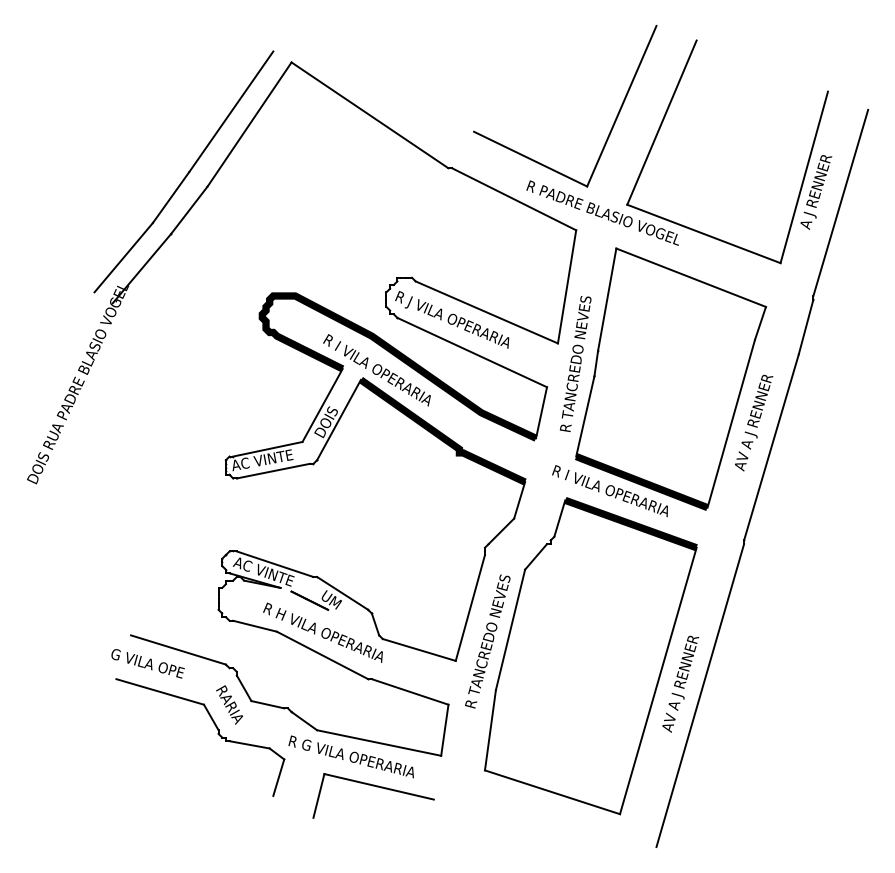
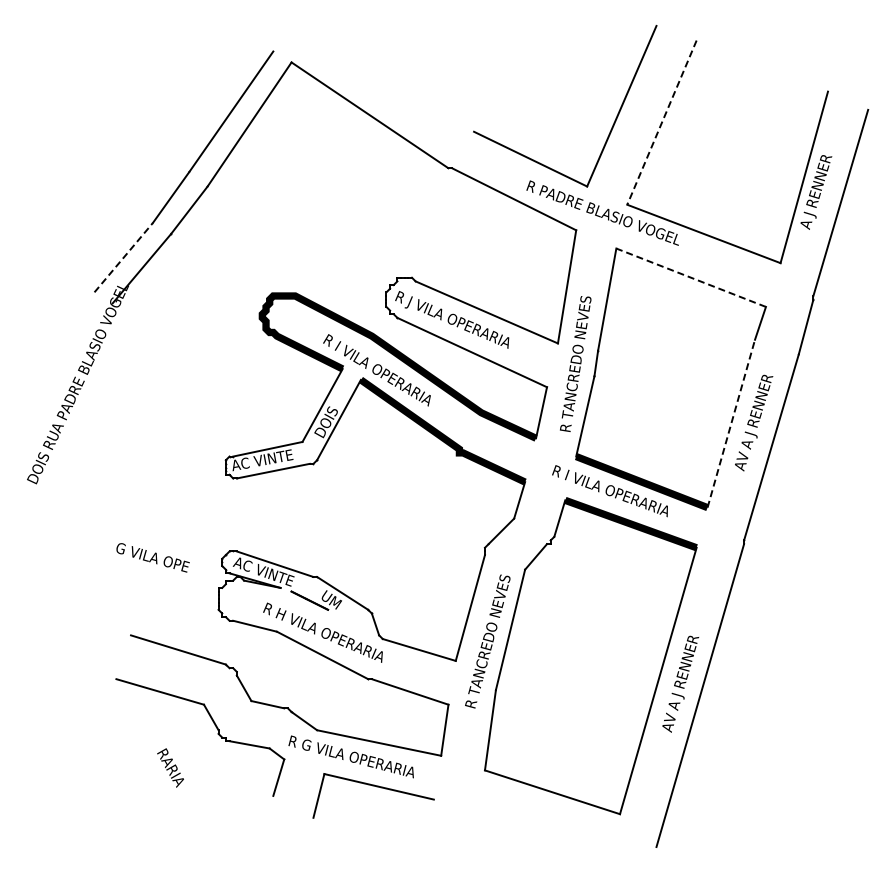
line at (661, 123): solid -> dashed
line at (124, 257): solid -> dashed
line at (690, 277): solid -> dashed
line at (731, 423): solid -> dashed
text at (147, 663) position: (147, 663) -> (152, 557)
text at (229, 704) position: (229, 704) -> (170, 767)
